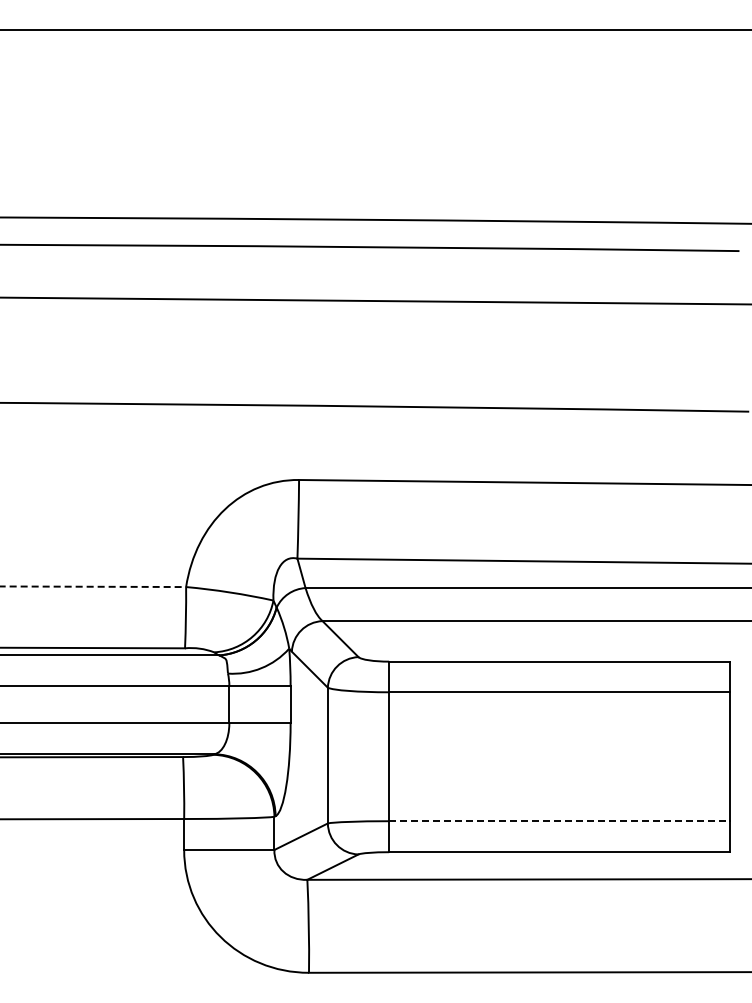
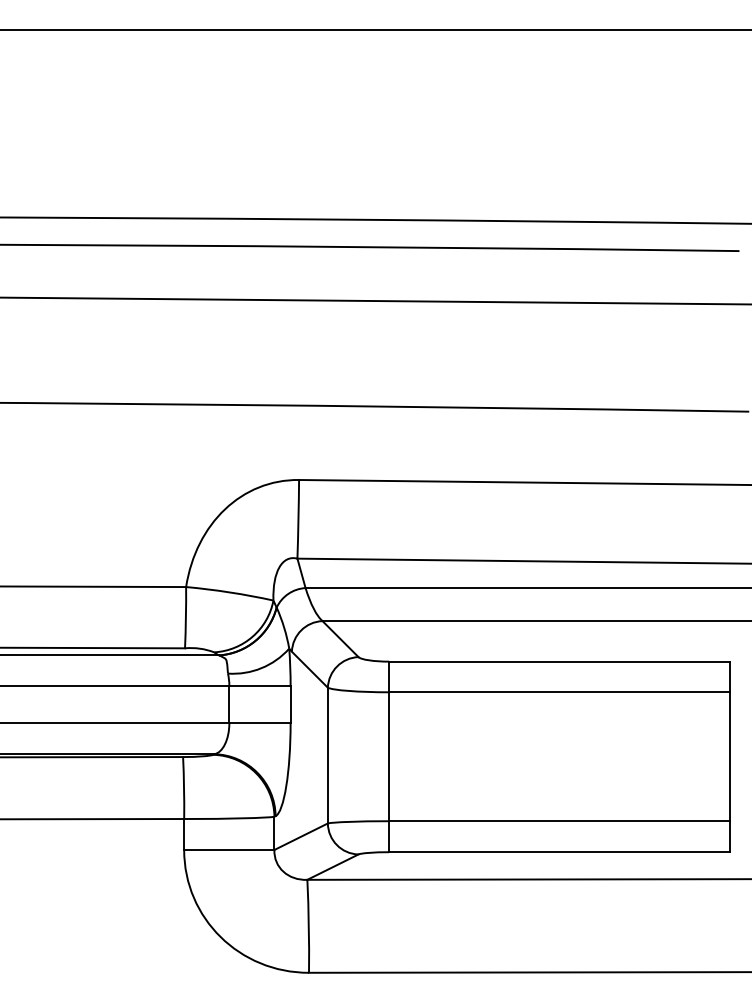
line at (93, 586): dashed -> solid
line at (559, 821): dashed -> solid
